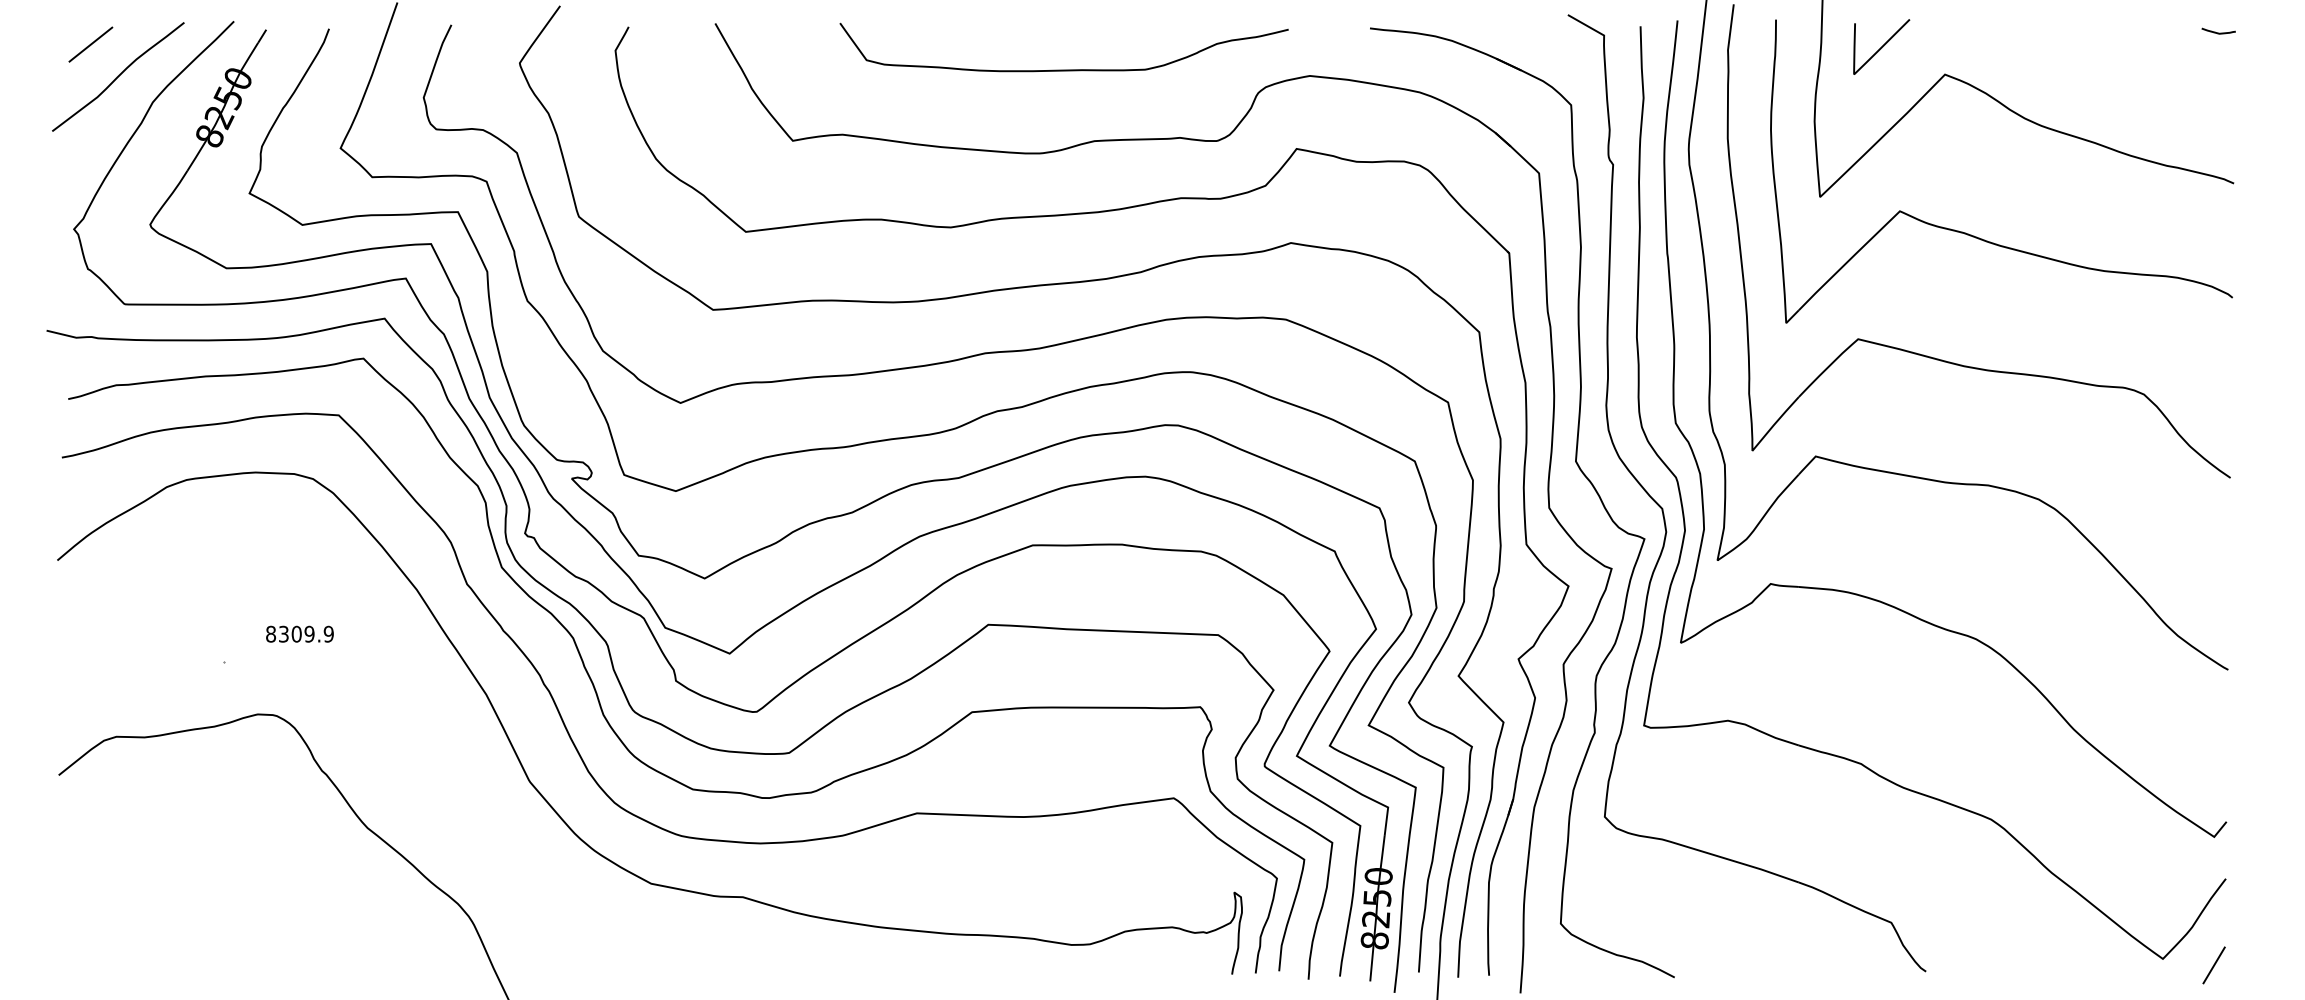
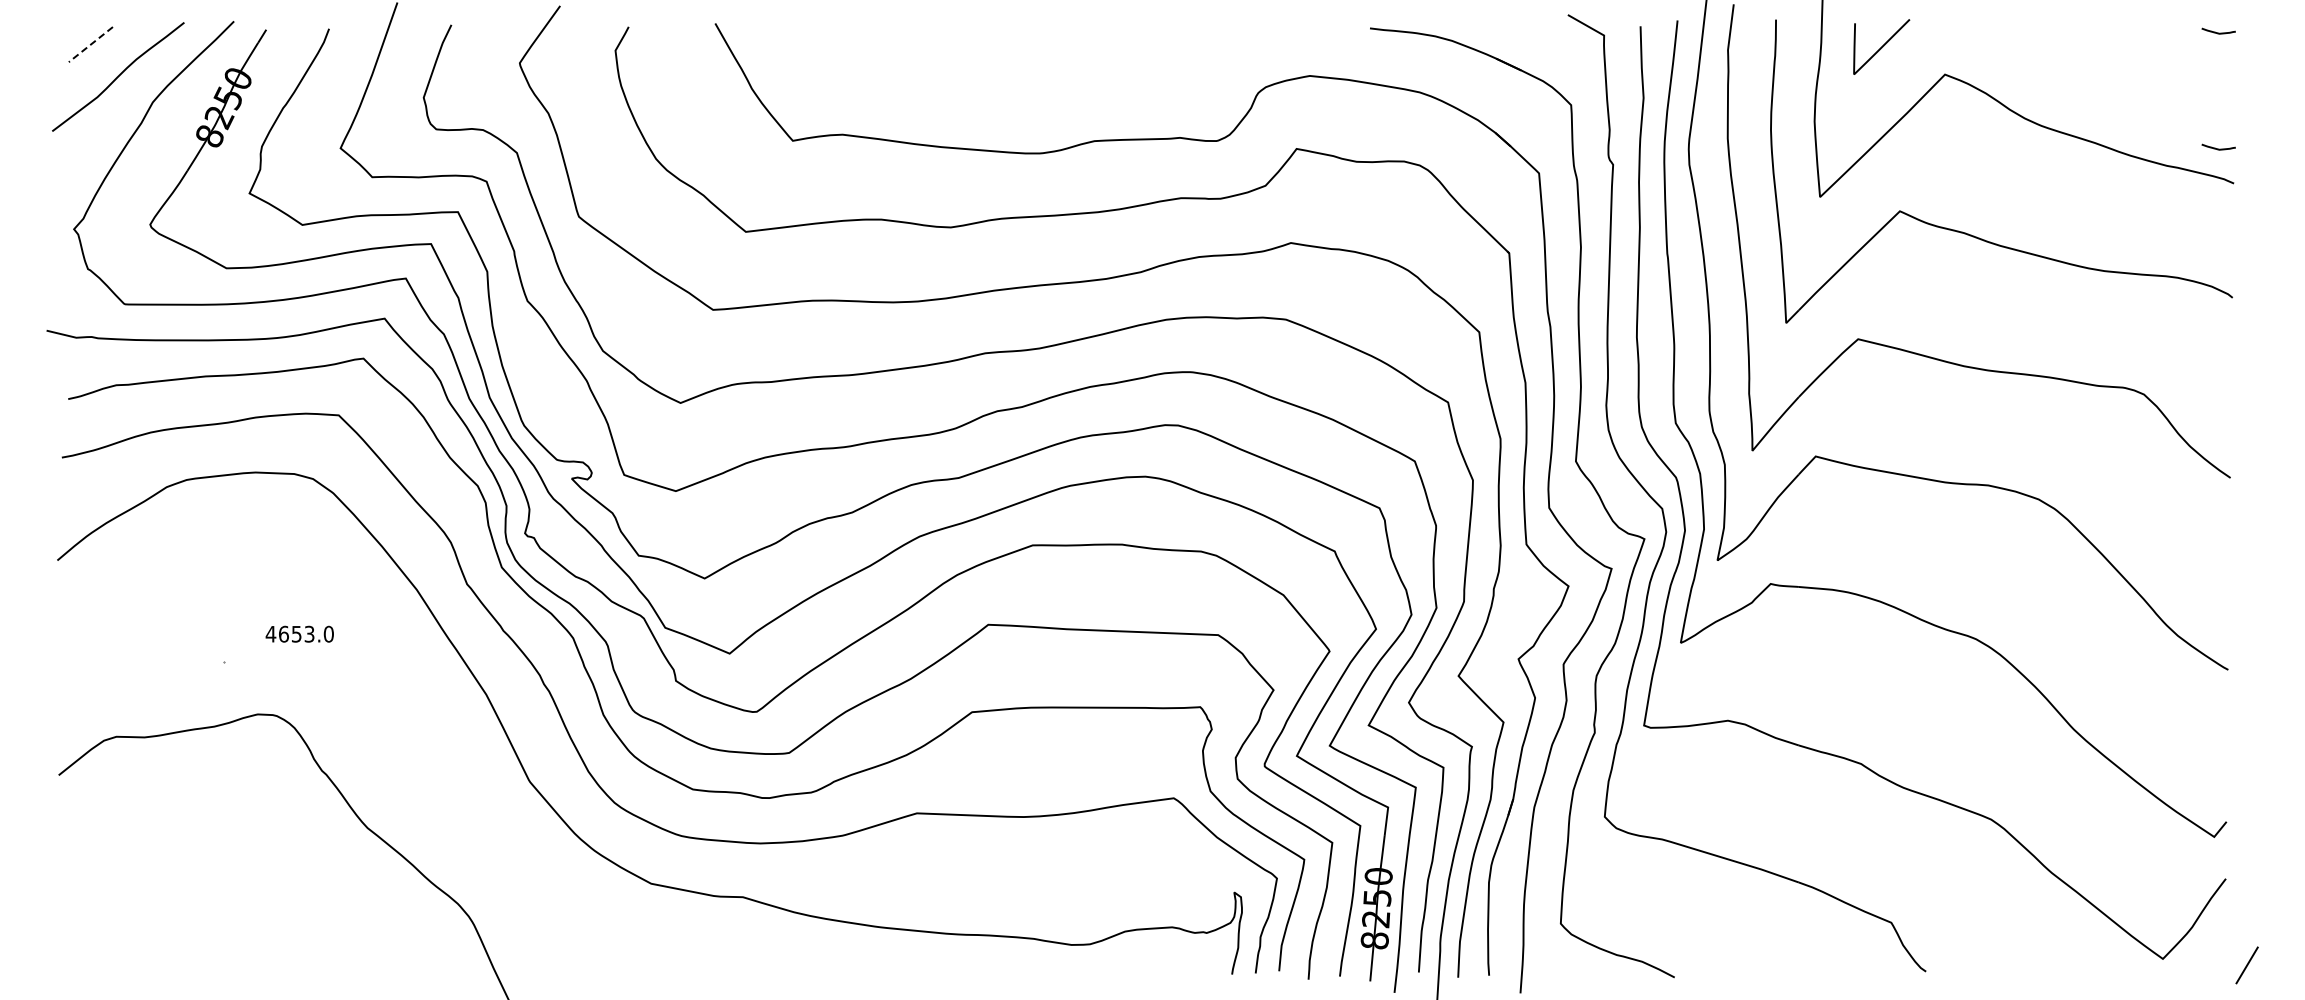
line at (89, 45): solid -> dashed
curve at (1063, 69): present -> none
curve at (2218, 148): none -> present
text at (299, 633): 8309.9 -> 4653.0
line at (2213, 965) position: (2213, 965) -> (2246, 965)
